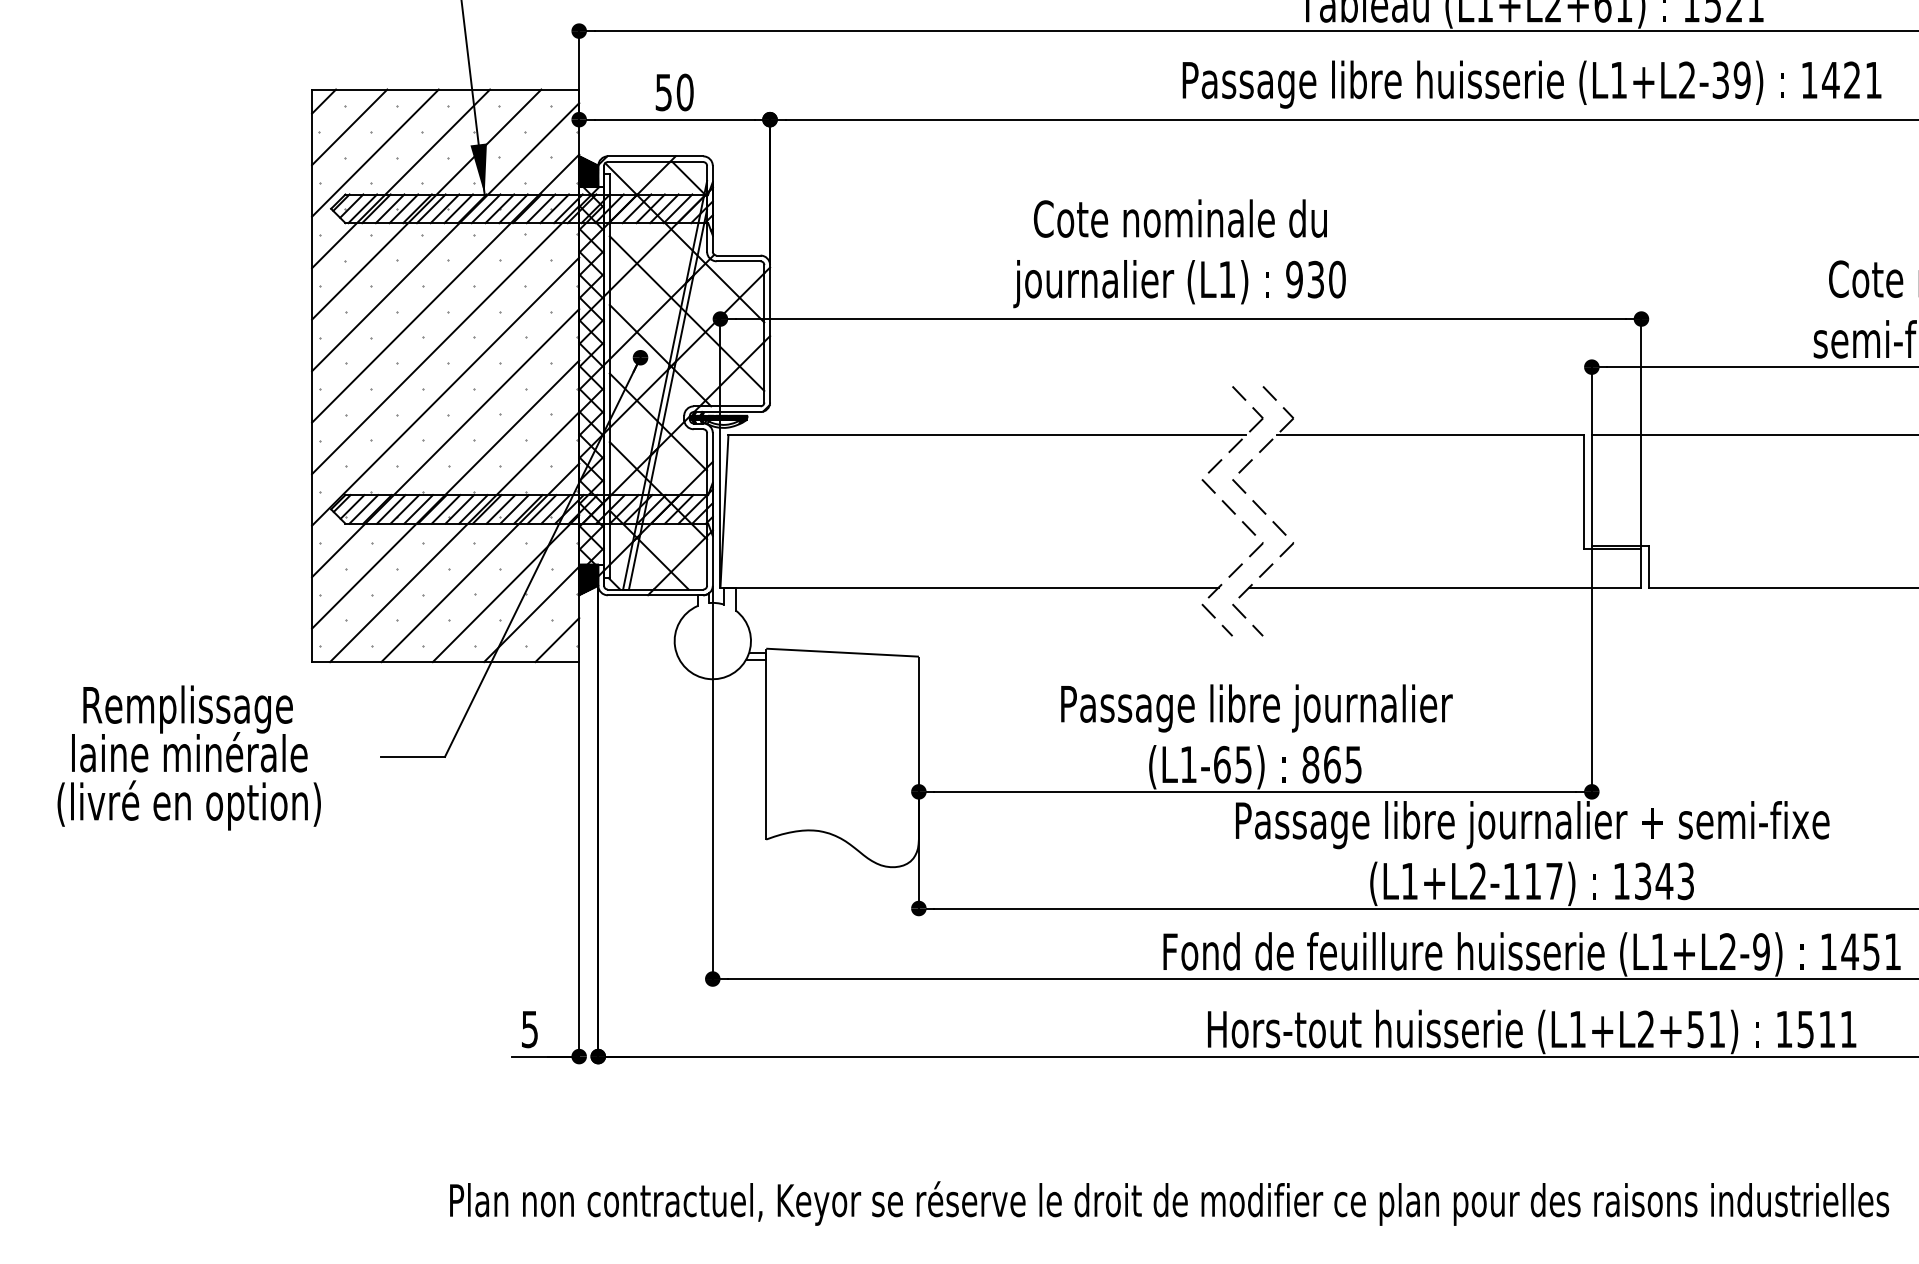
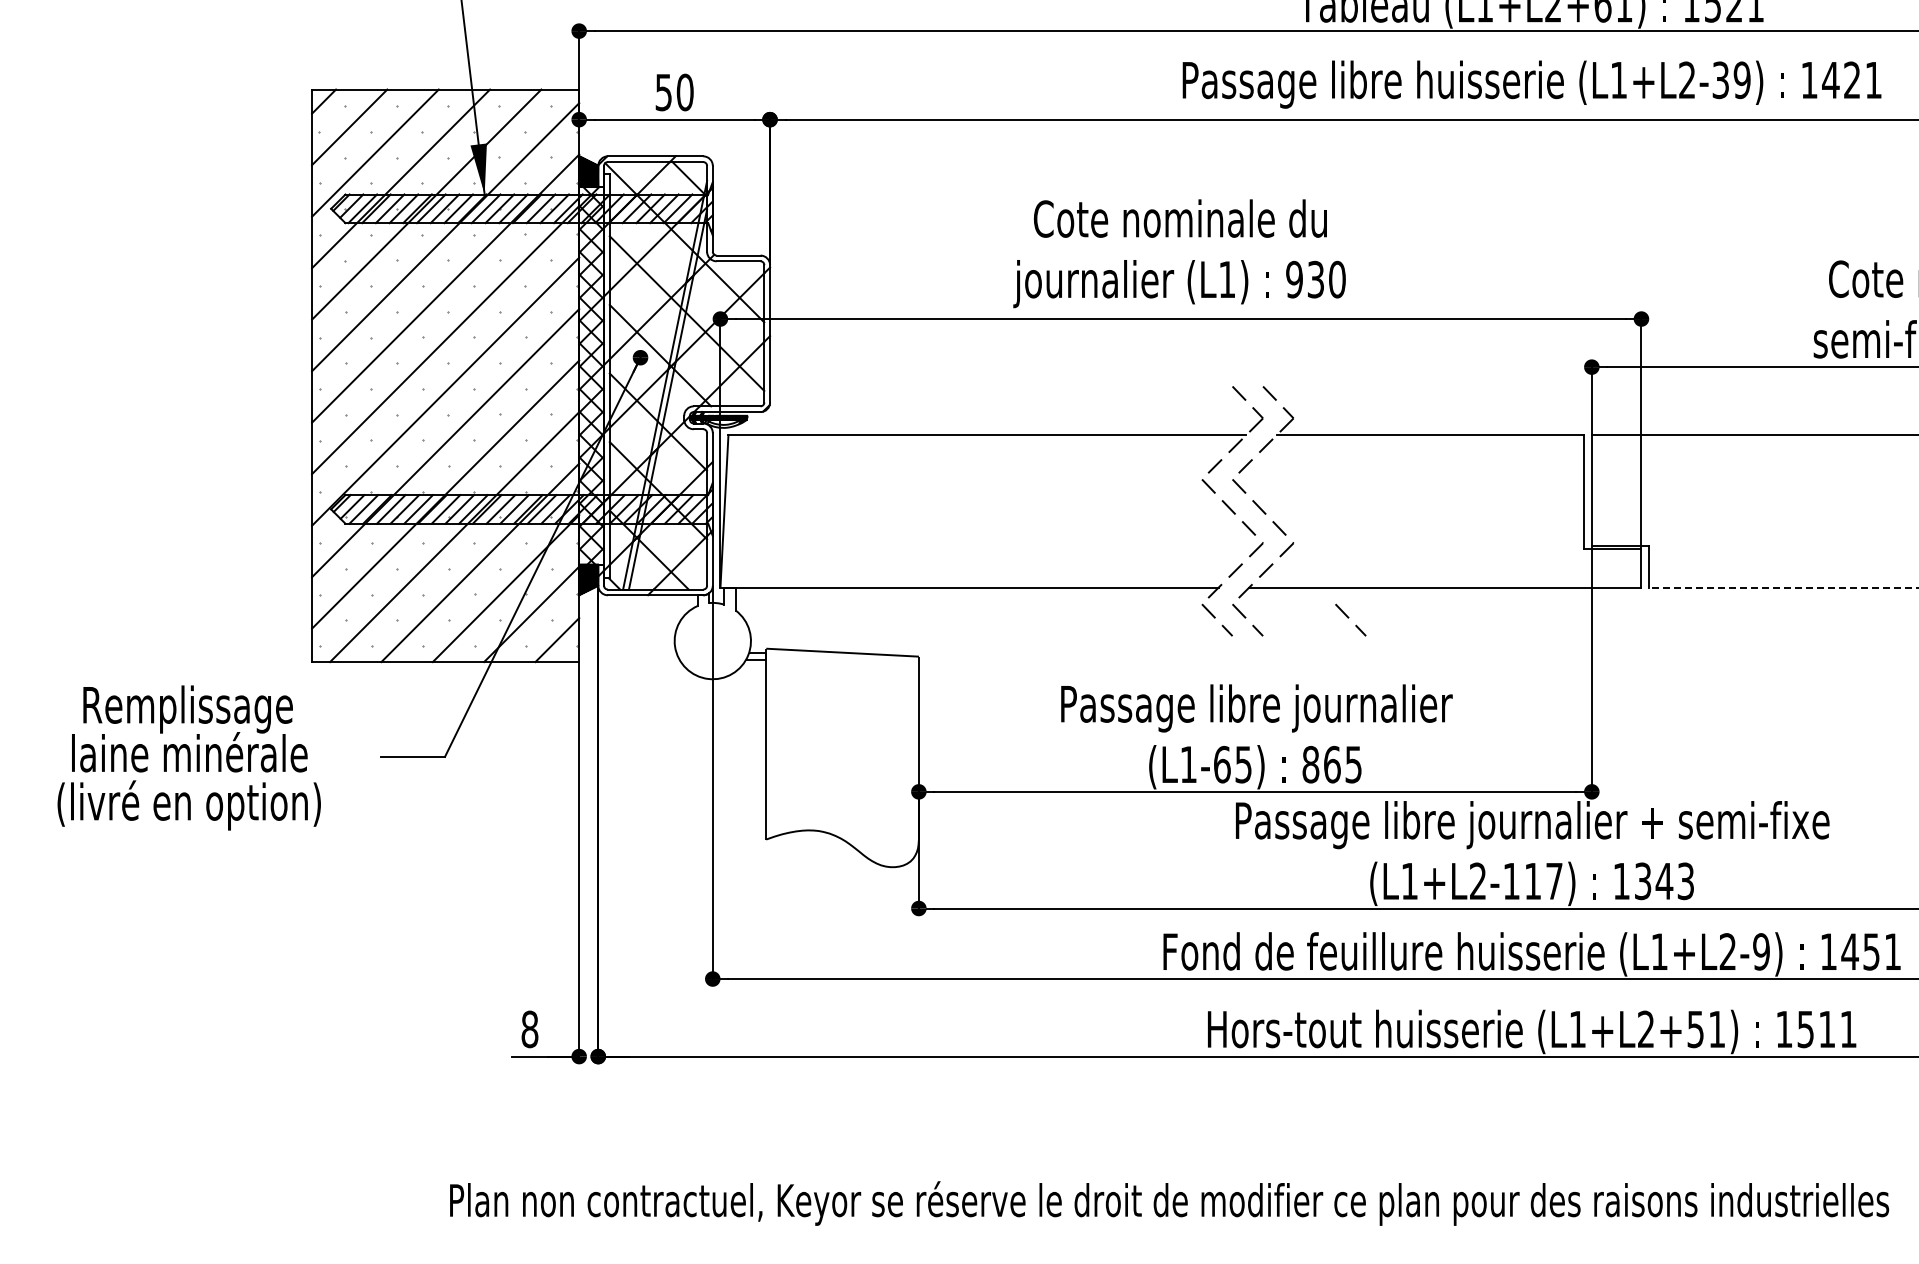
line at (1783, 587): solid -> dashed
line at (1349, 617): none -> present
text at (529, 1029): 5 -> 8
